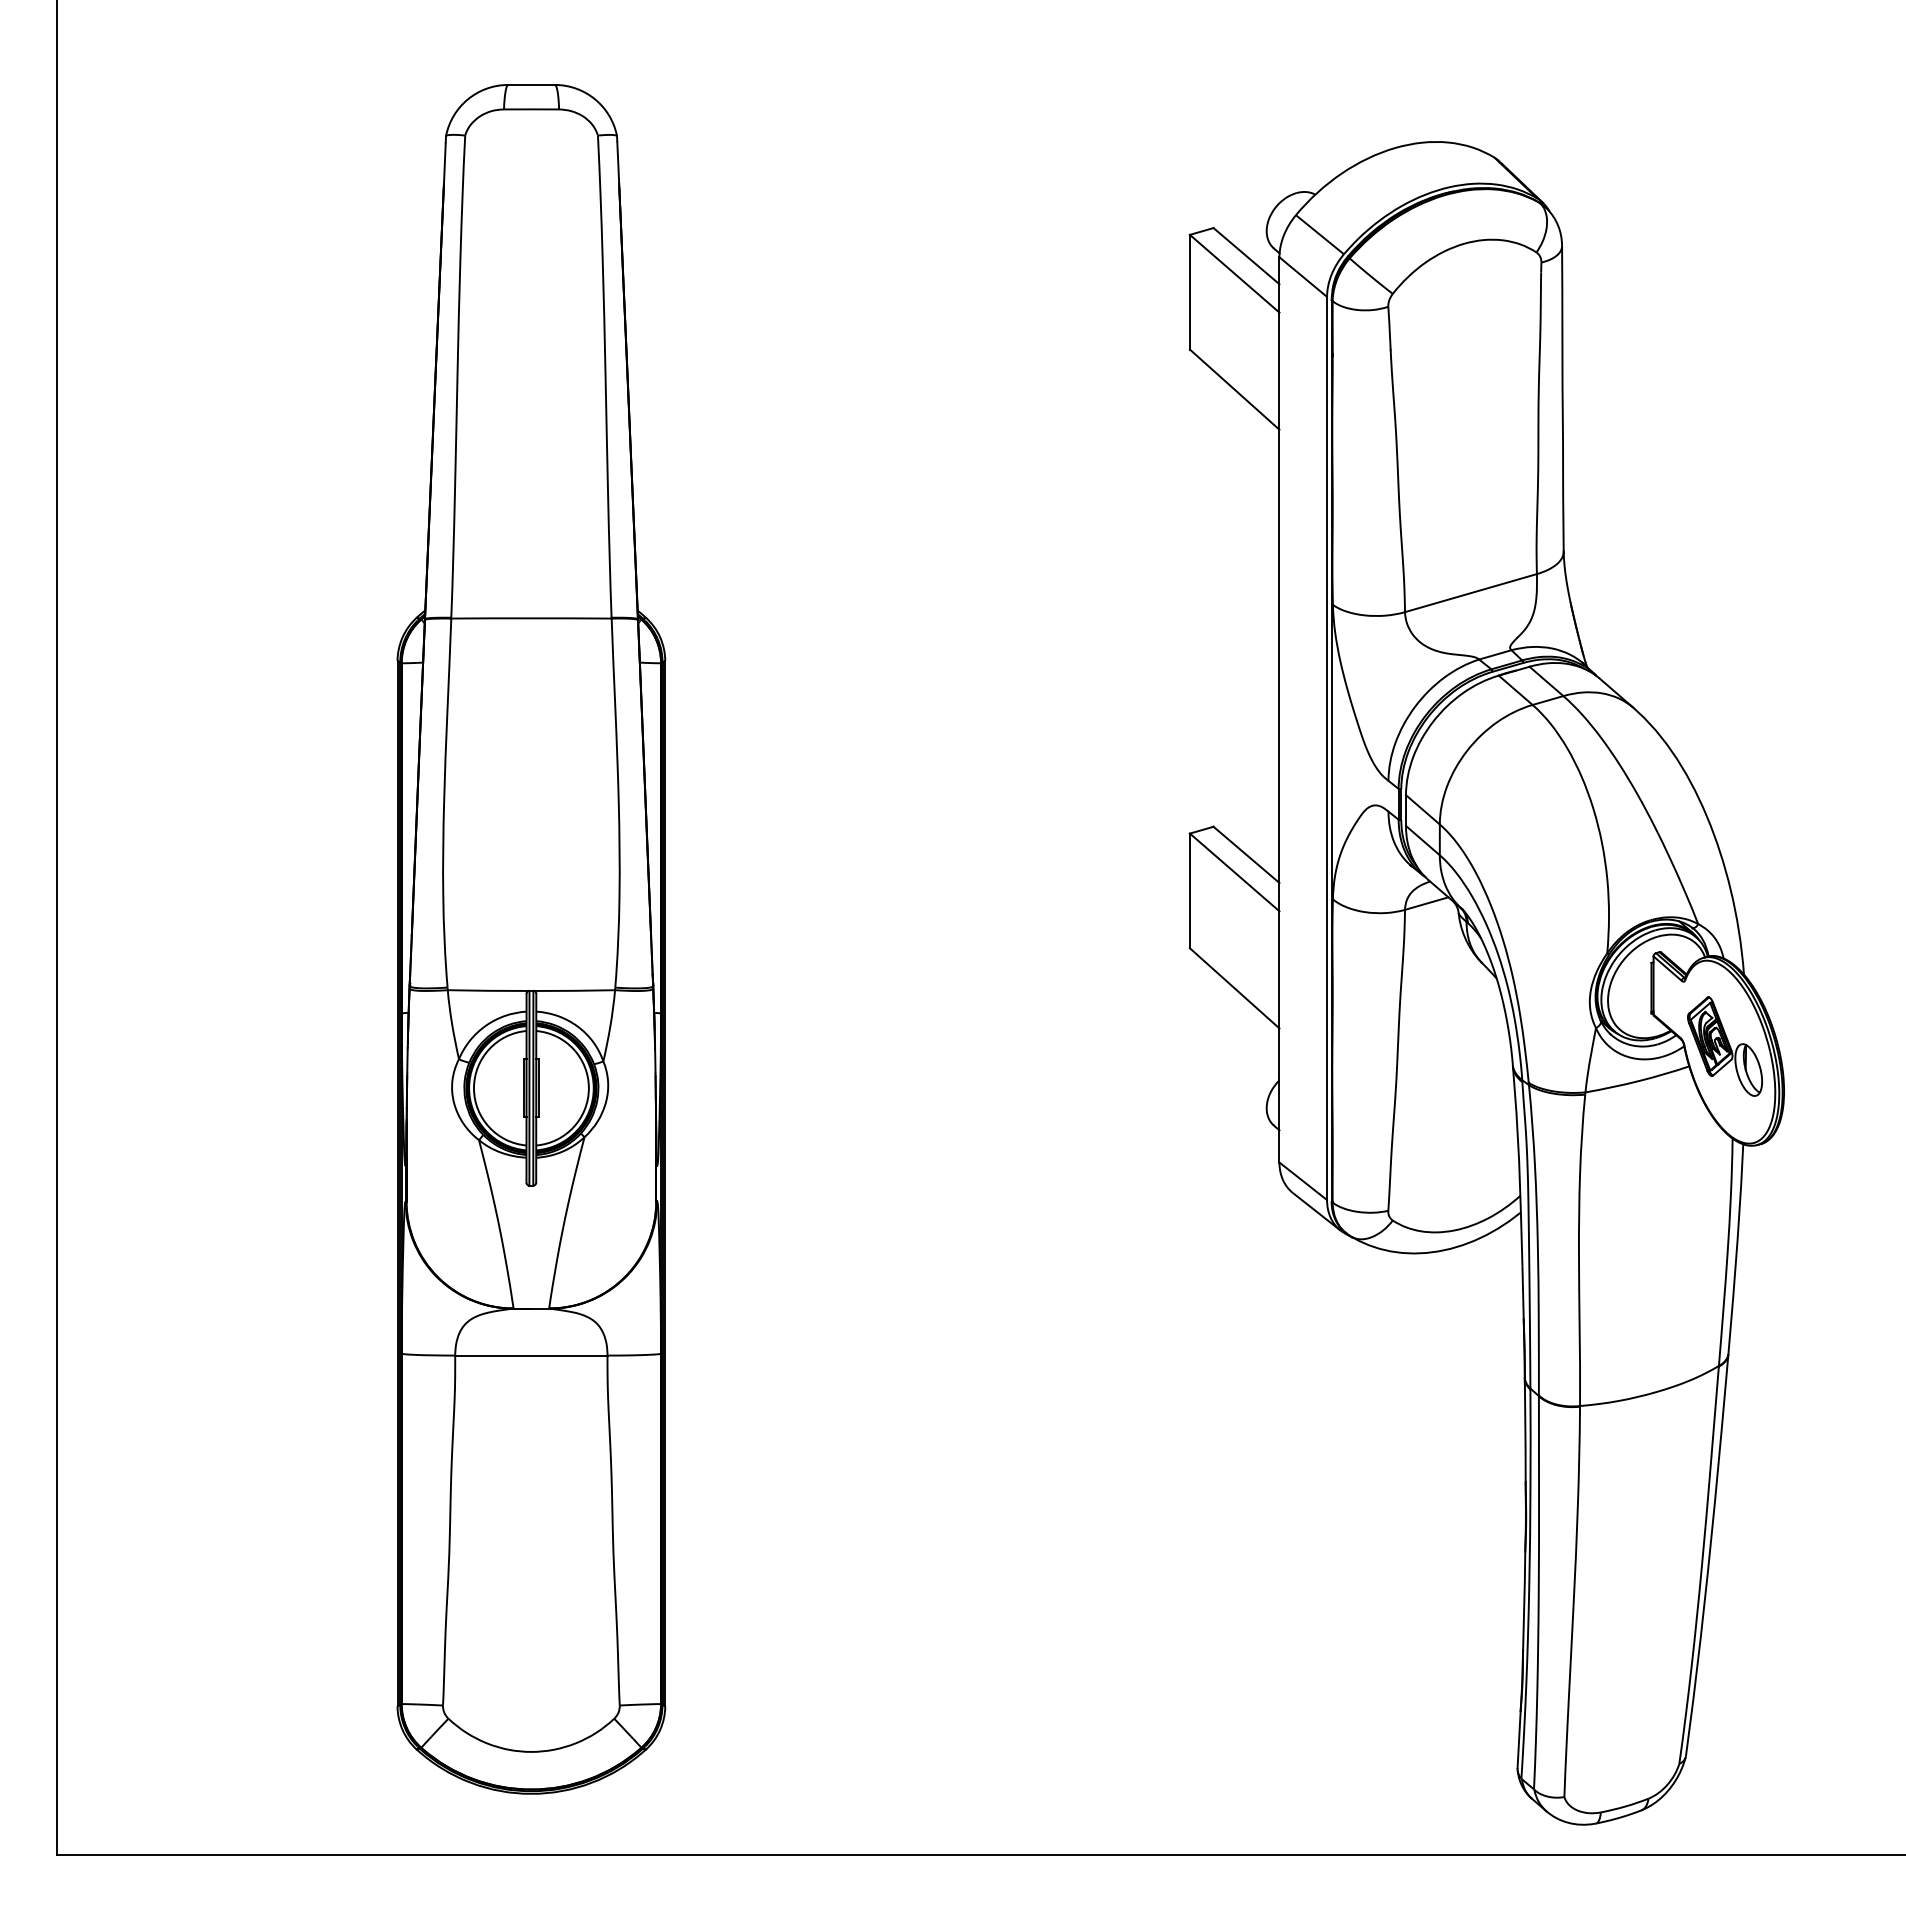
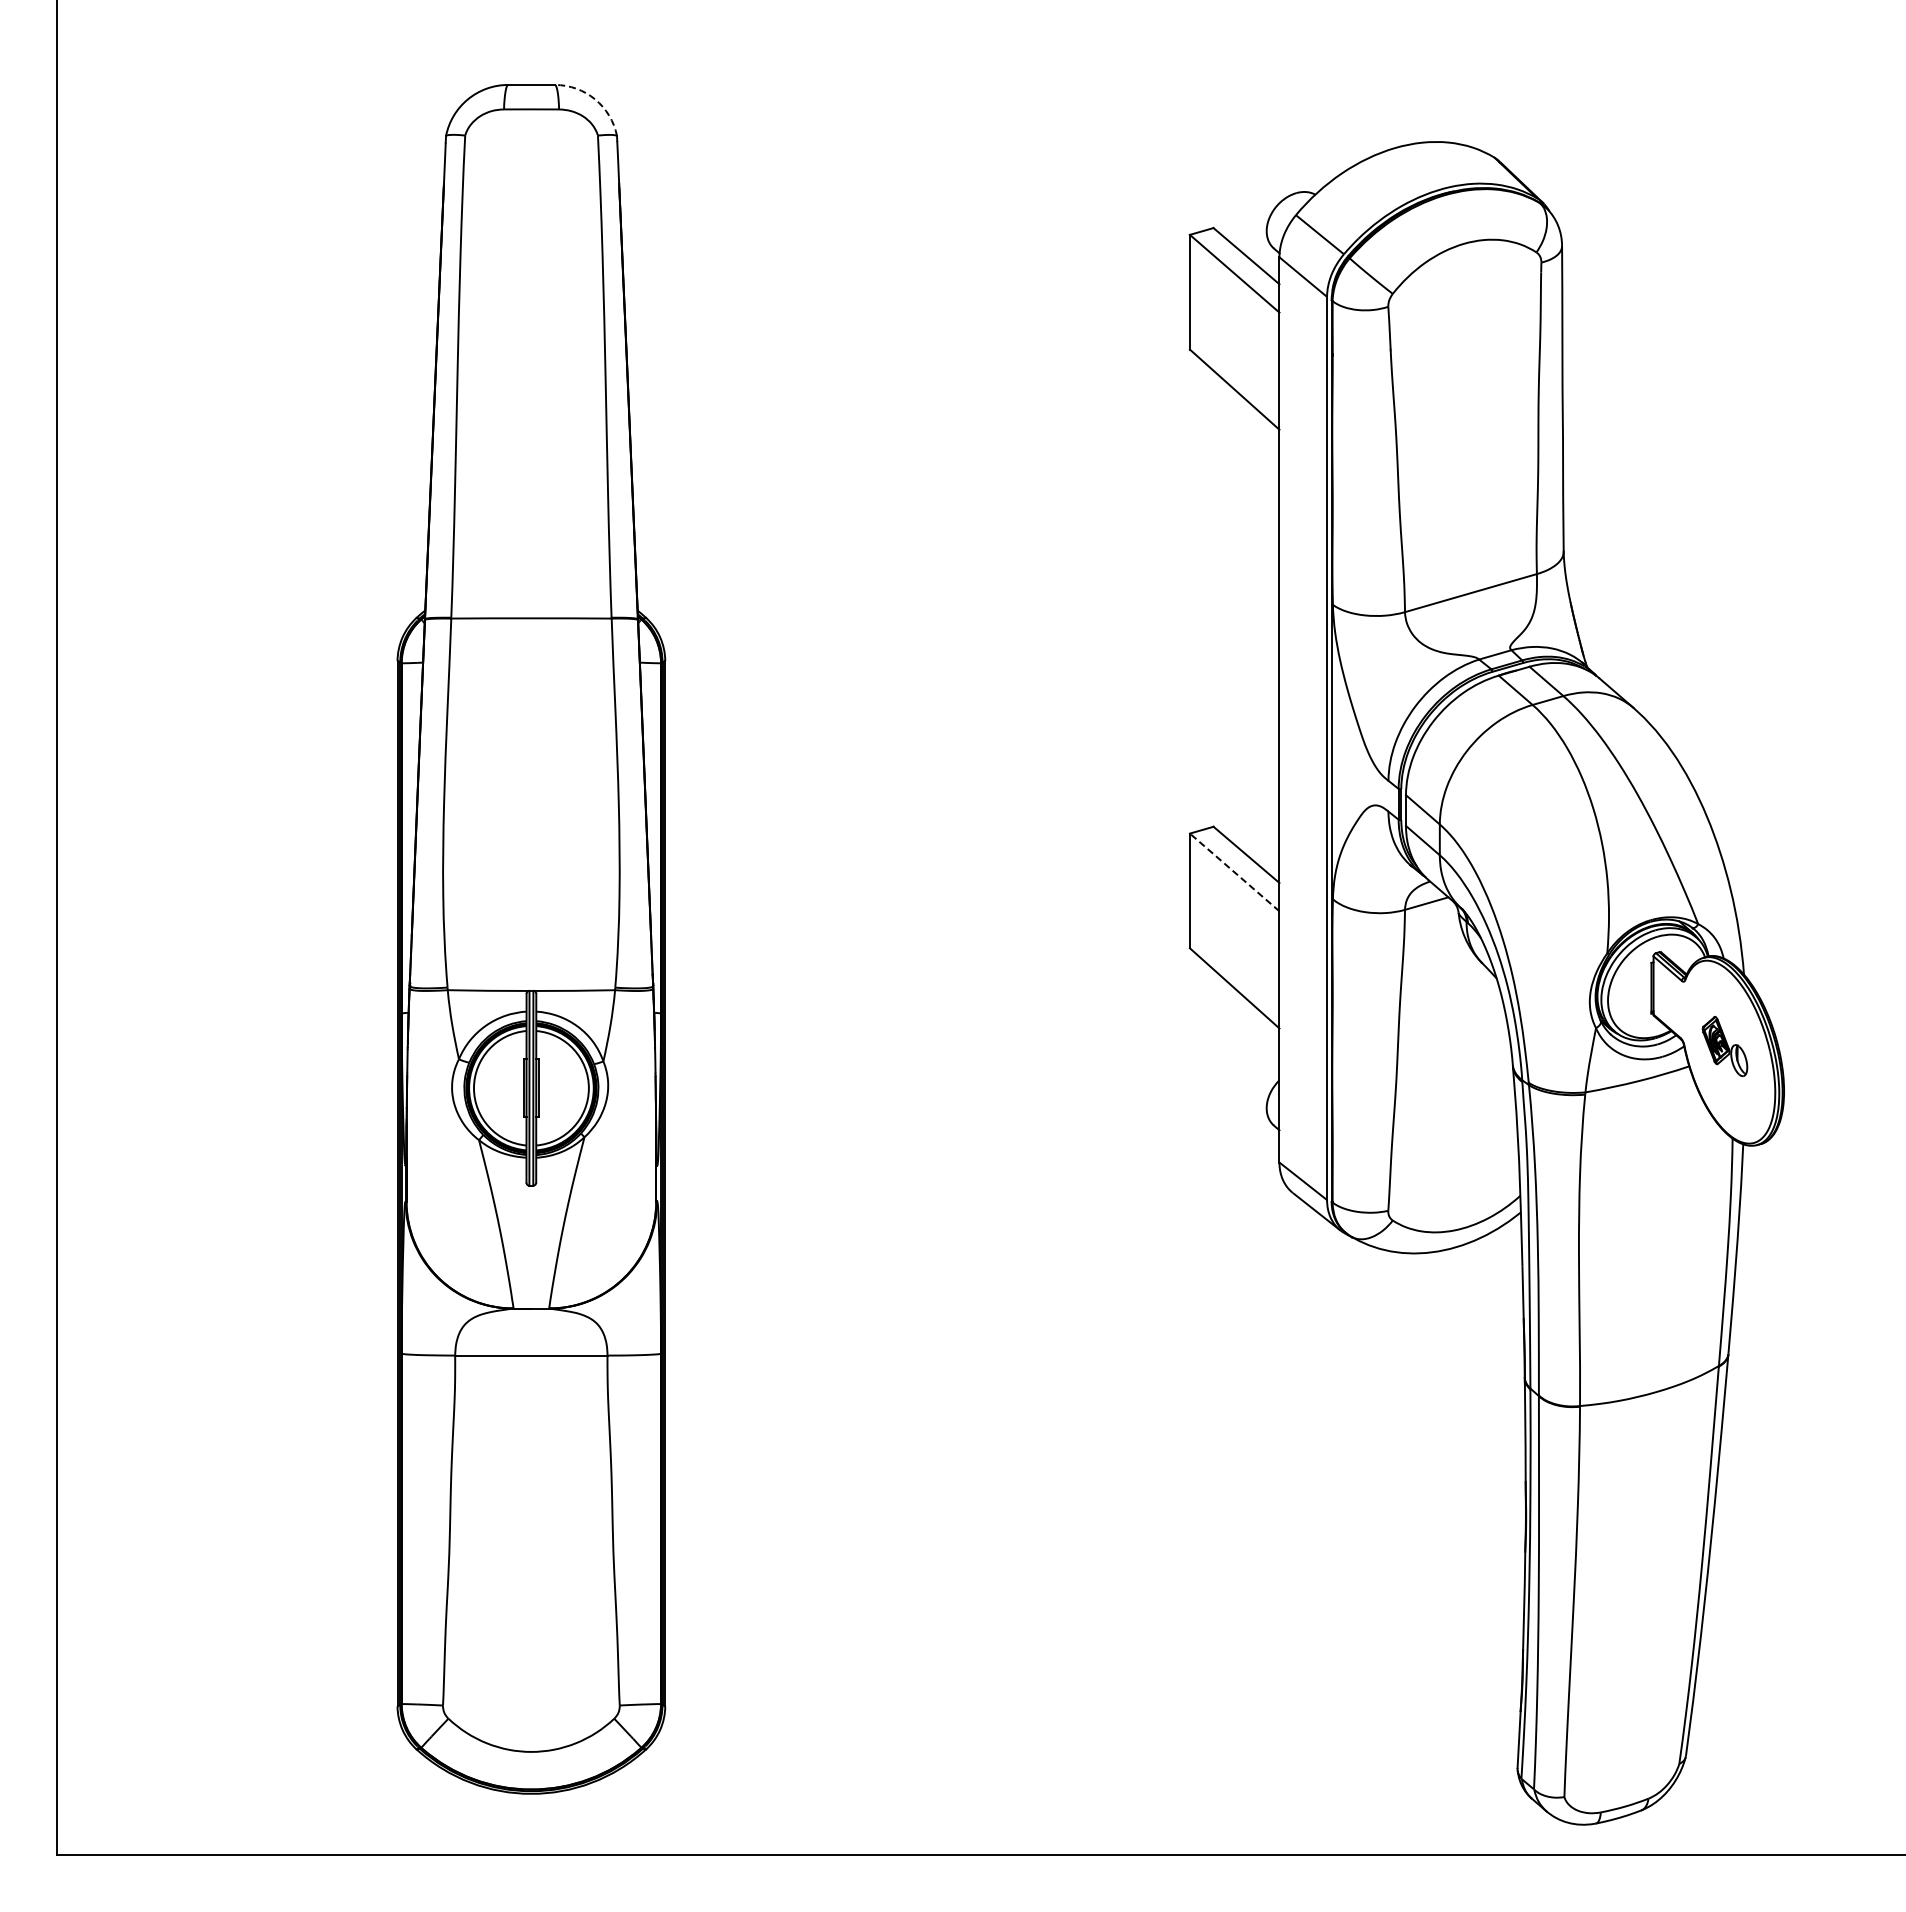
arc at (595, 99): solid -> dashed
line at (1234, 872): solid -> dashed
part at (1724, 1046) size: 76x101 px -> 48x63 px
